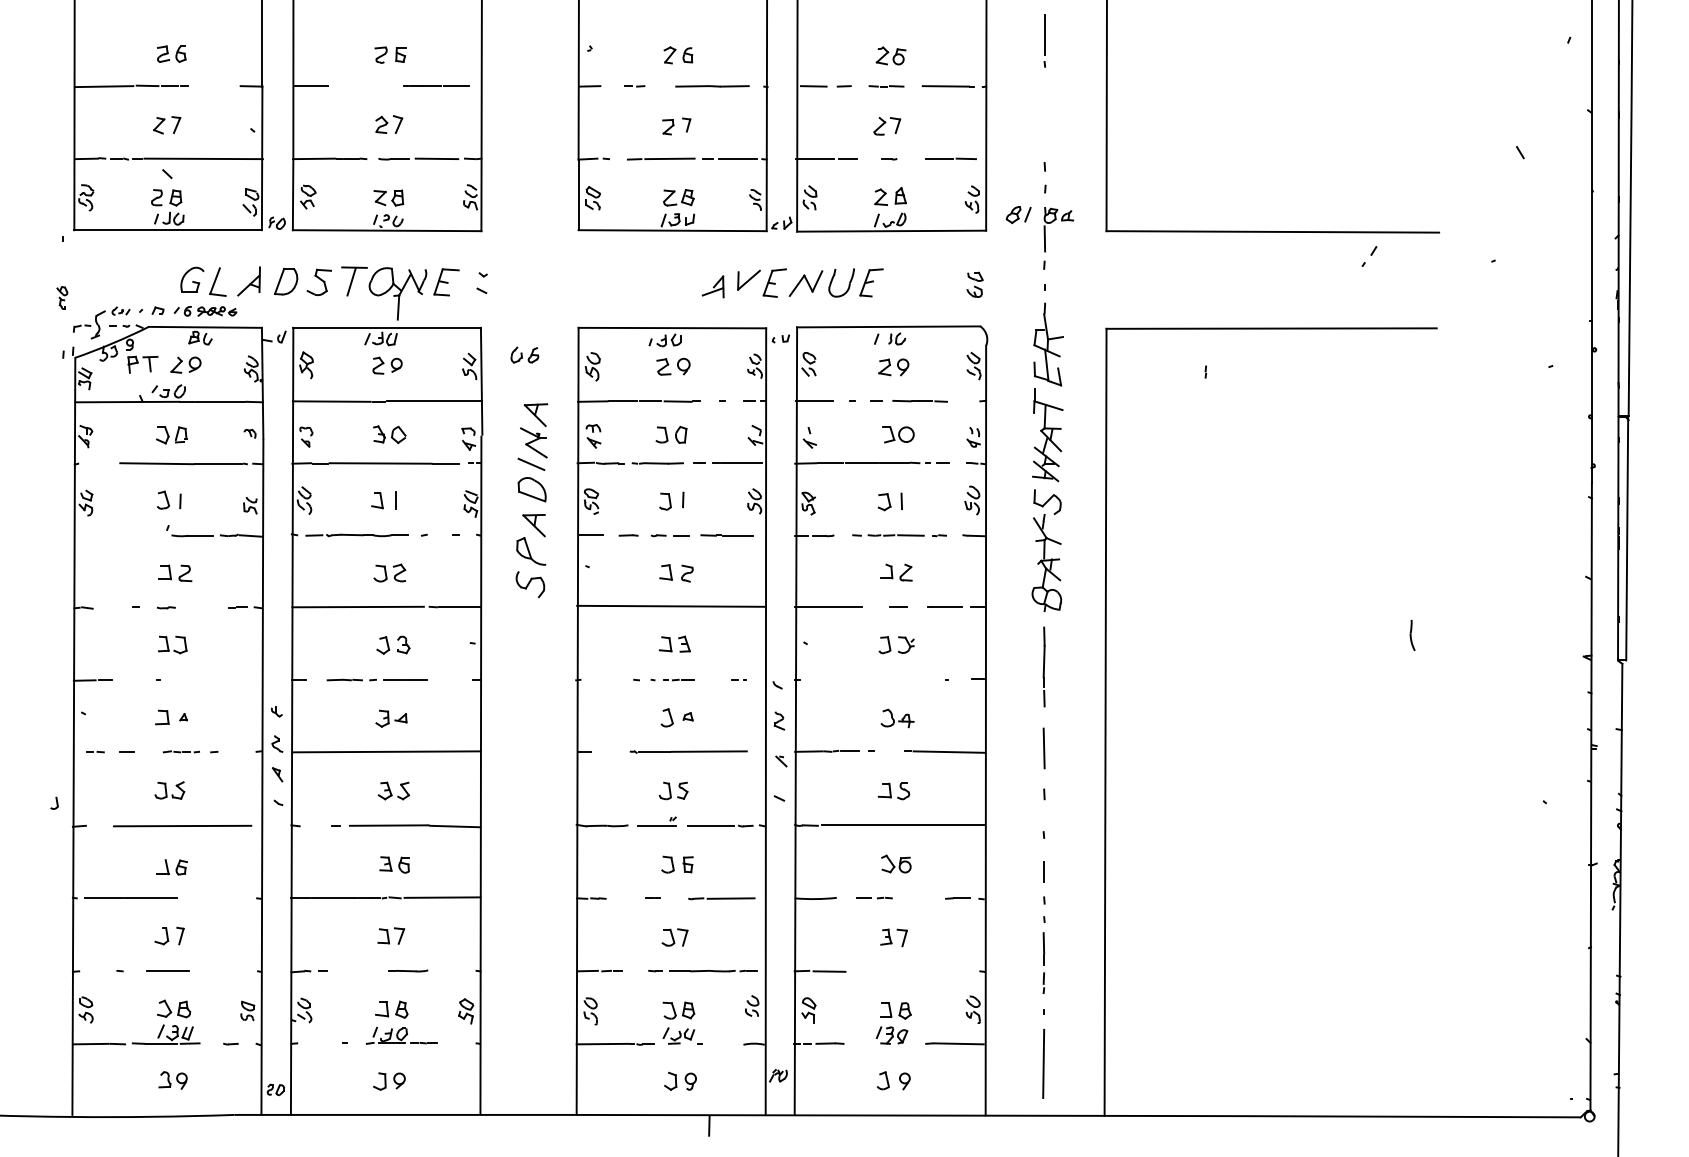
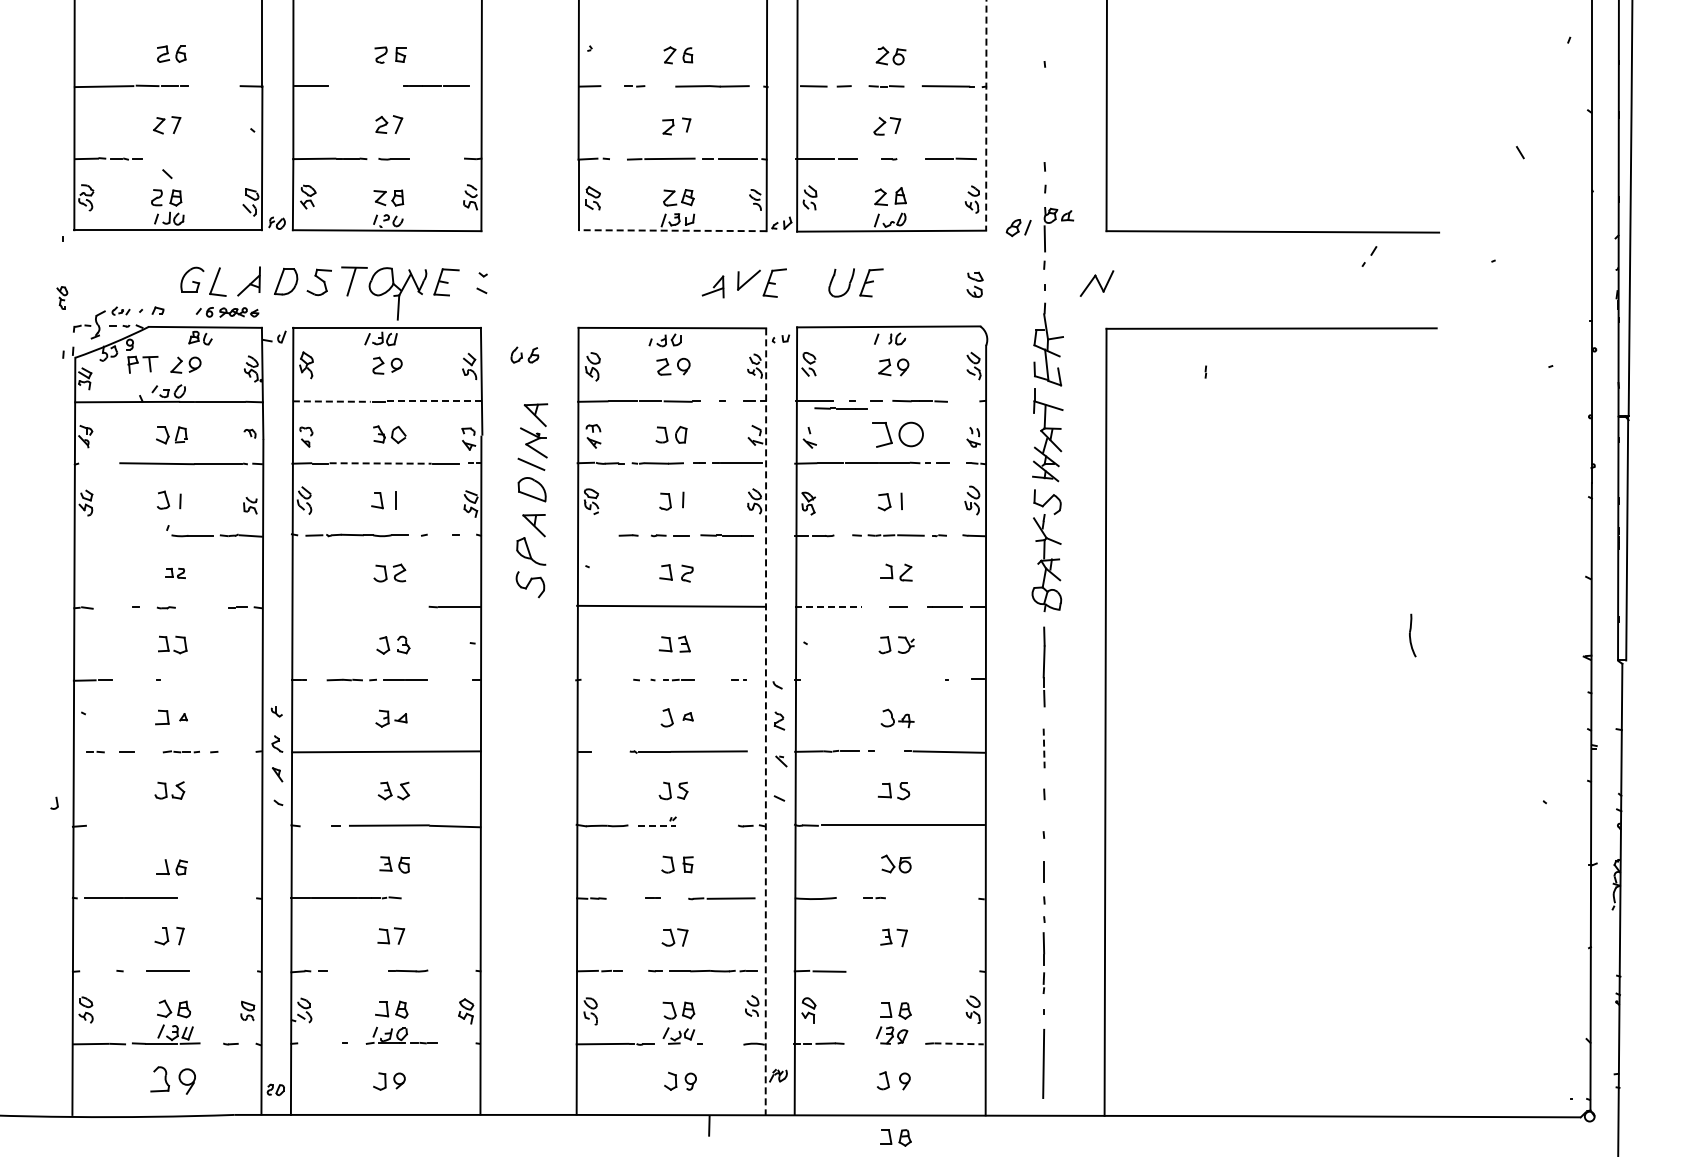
line at (1045, 35): present -> none
line at (986, 115): solid -> dashed
line at (203, 158): present -> none
line at (436, 158): present -> none
part at (1018, 215) position: (1018, 215) -> (1018, 228)
line at (672, 230): solid -> dashed
part at (805, 283) position: (805, 283) -> (1096, 283)
part at (205, 311) position: (205, 311) -> (227, 312)
line at (331, 401): solid -> dashed
line at (435, 401): solid -> dashed
line at (840, 408): none -> present
part at (898, 434) size: 33x18 px -> 52x27 px
line at (381, 463): solid -> dashed
line at (590, 535): present -> none
part at (175, 573) size: 35x19 px -> 21x11 px
line at (357, 606): present -> none
line at (829, 606): solid -> dashed
part at (1412, 634) size: 7x32 px -> 8x45 px
line at (765, 722): solid -> dashed
line at (1044, 748): solid -> dashed
line at (182, 825): present -> none
line at (657, 825): solid -> dashed
line at (710, 825): present -> none
line at (442, 897): present -> none
part at (874, 897) size: 37x4 px -> 23x3 px
line at (957, 898): present -> none
line at (959, 1043): solid -> dashed
part at (172, 1080) size: 30x19 px -> 46x29 px
part at (895, 1137): none -> present
